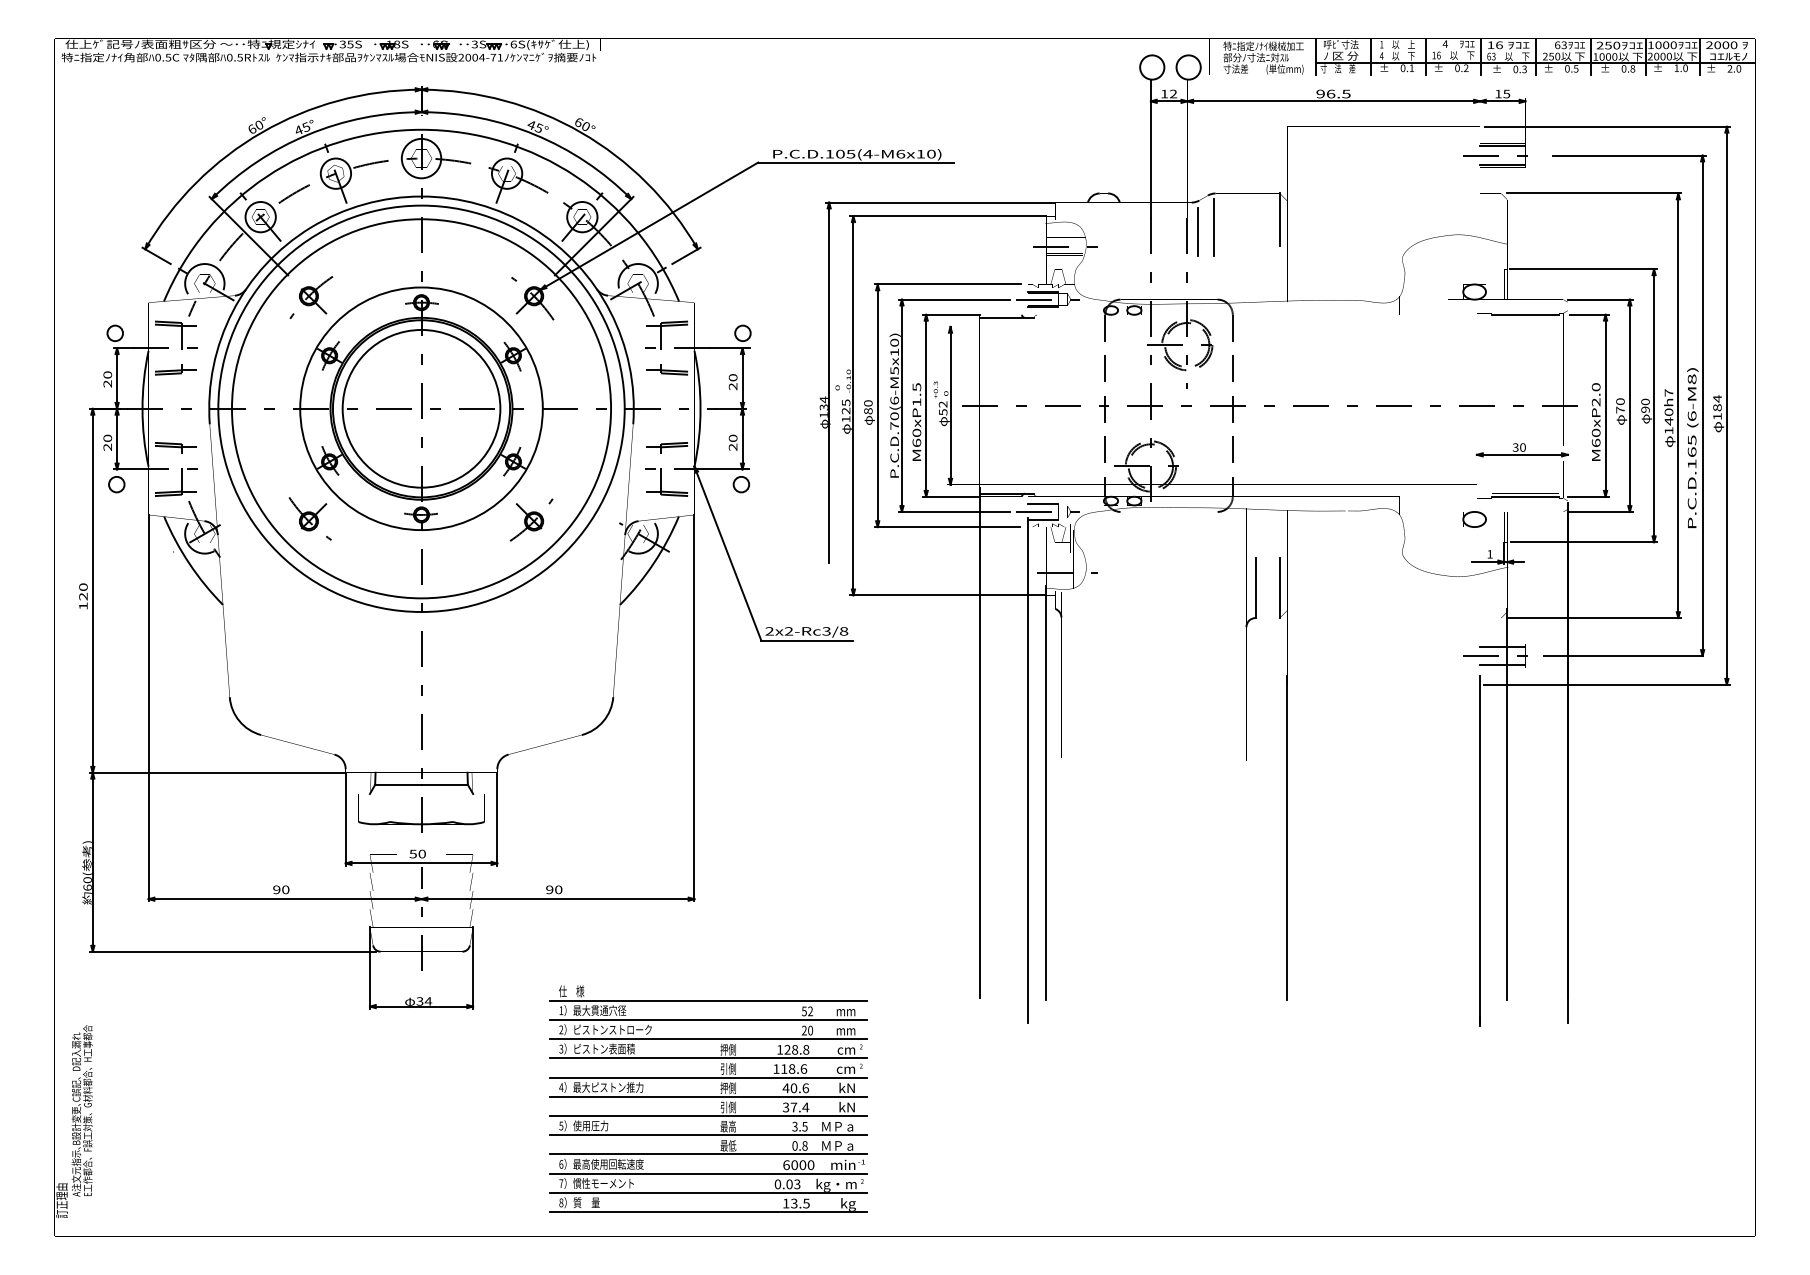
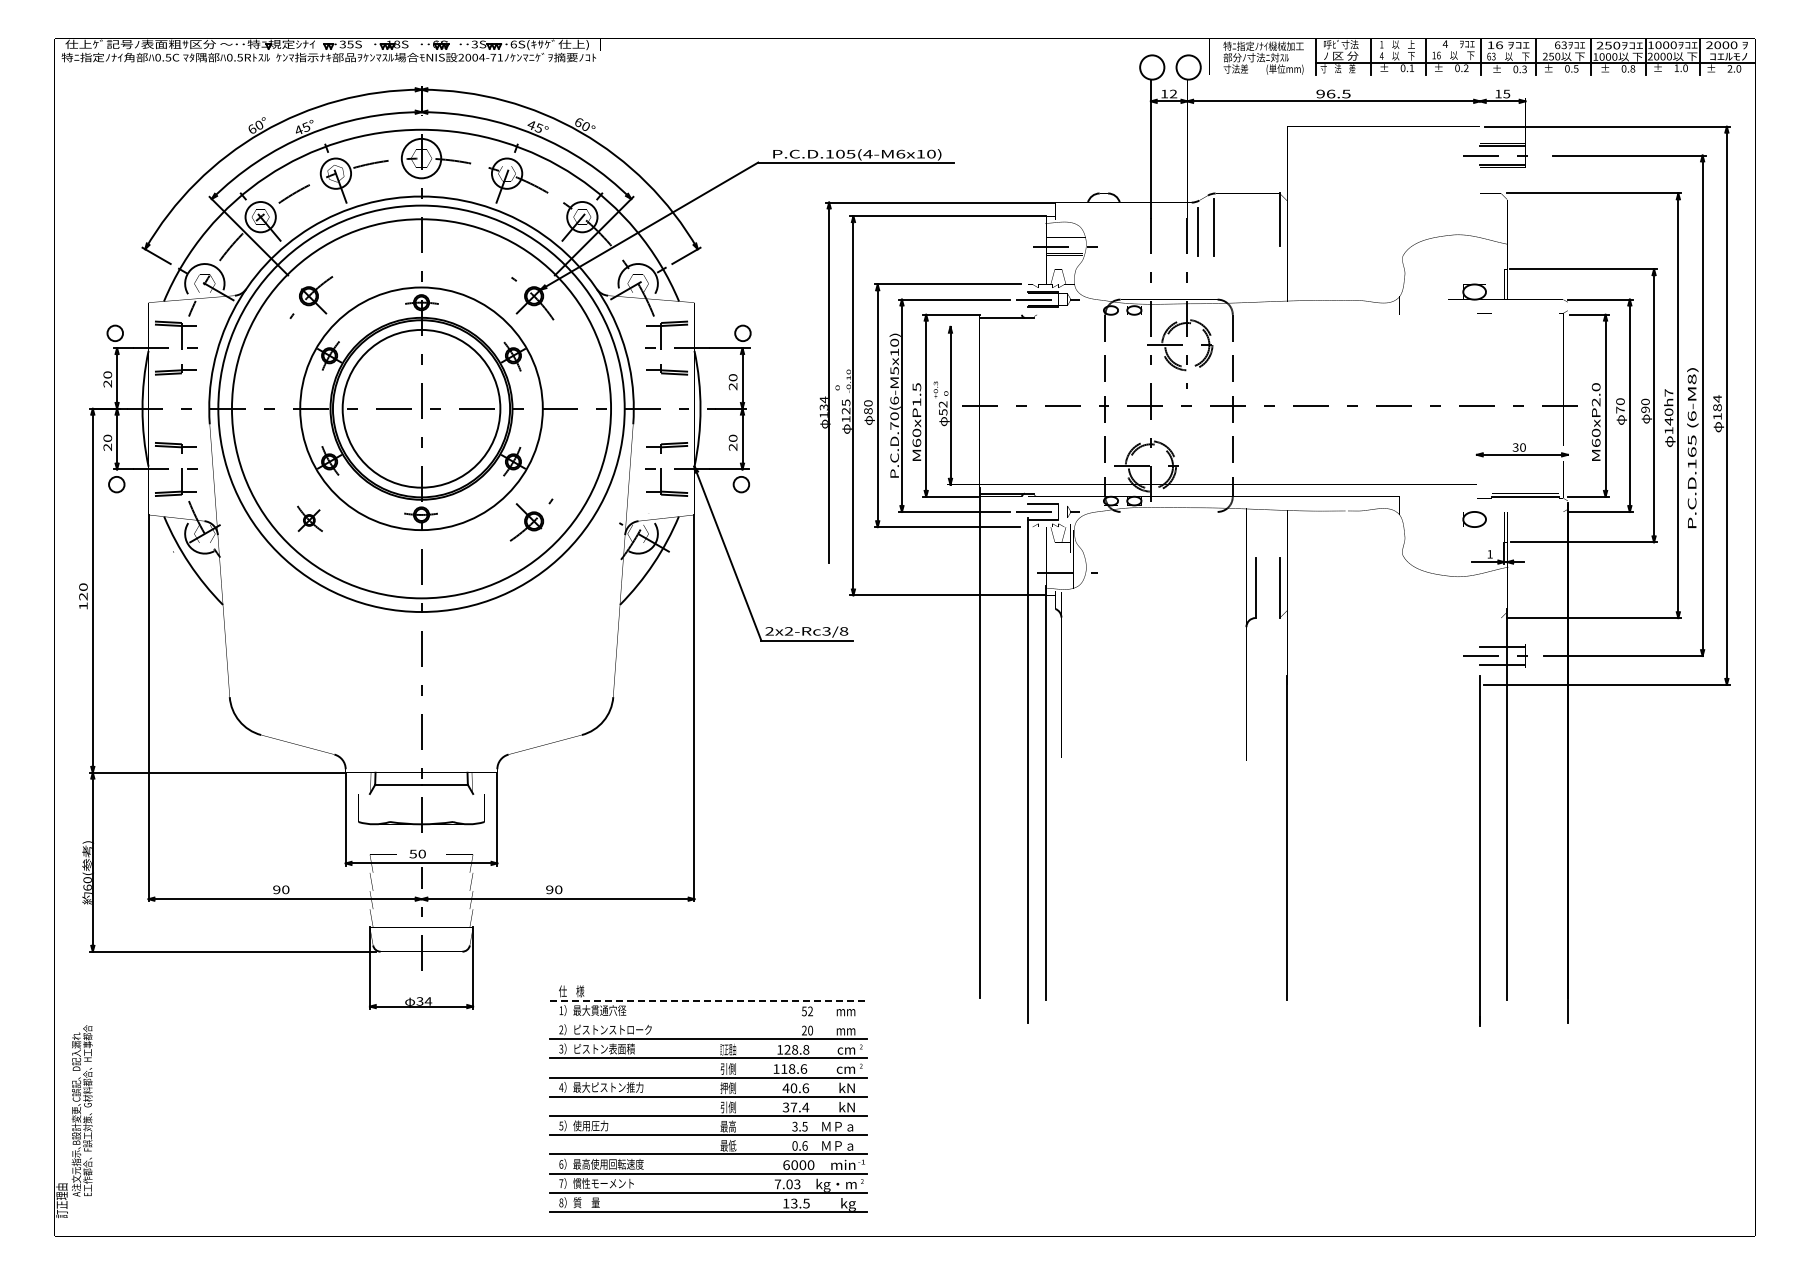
line at (1525, 314): present -> none
part at (309, 518) size: 44x44 px -> 26x27 px
line at (708, 1000): solid -> dashed
line at (707, 1019): present -> none
text at (728, 1049): 押側 -> 訂正理由
text at (804, 1145): 0.8 -> 0.6
text at (777, 1184): 0.03 -> 7.03
